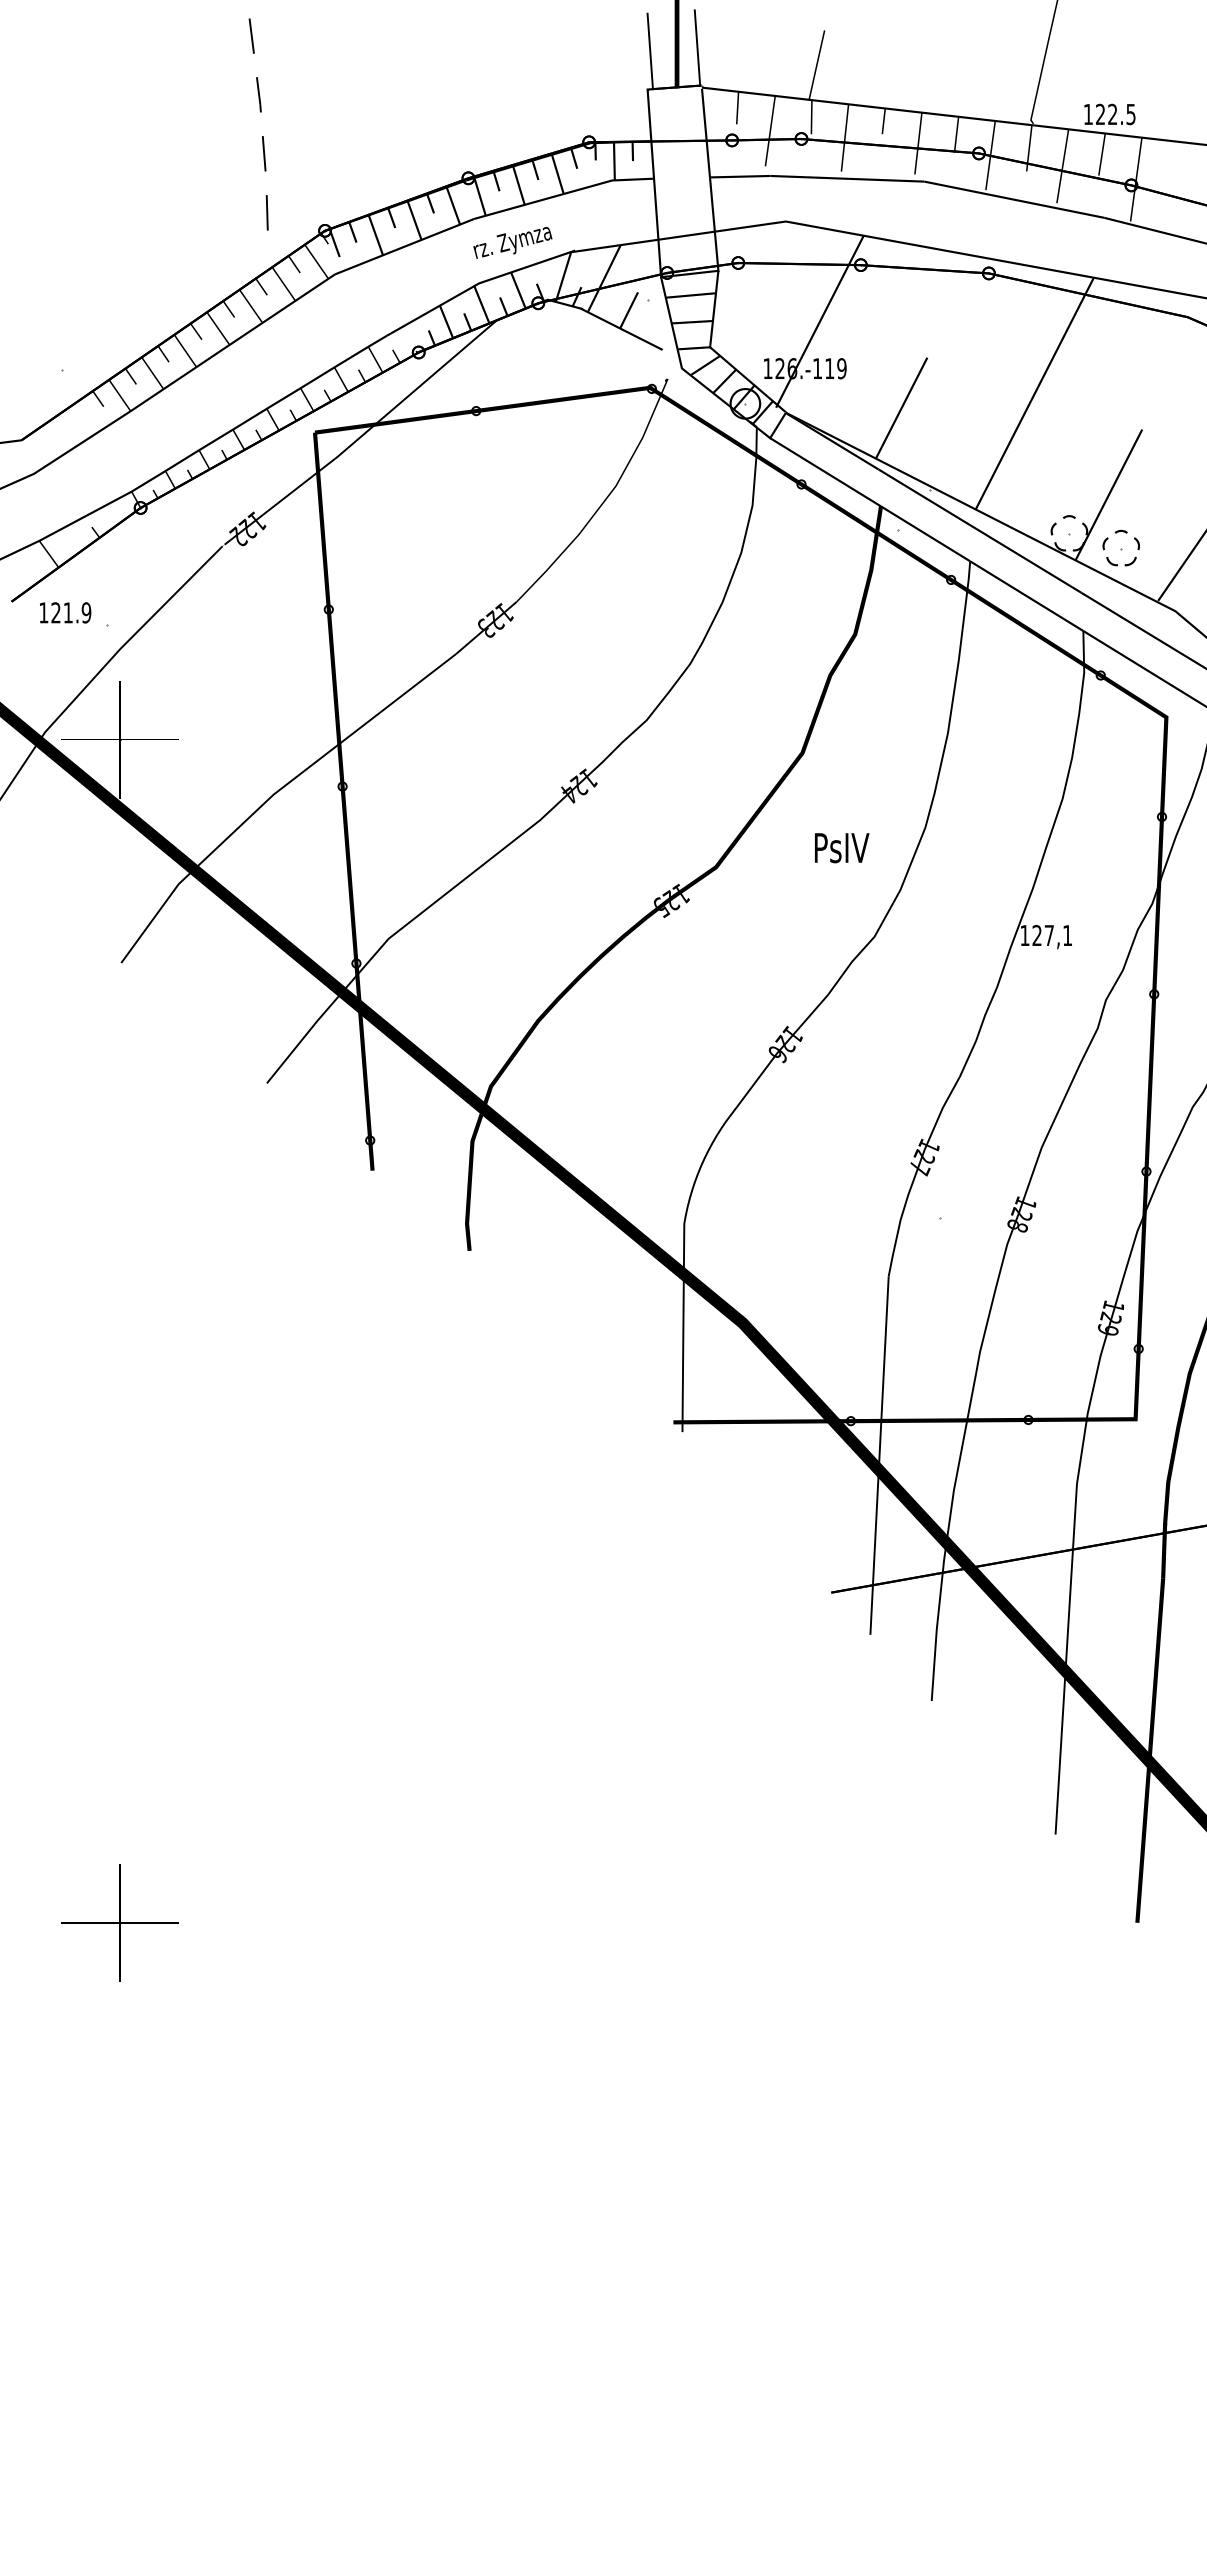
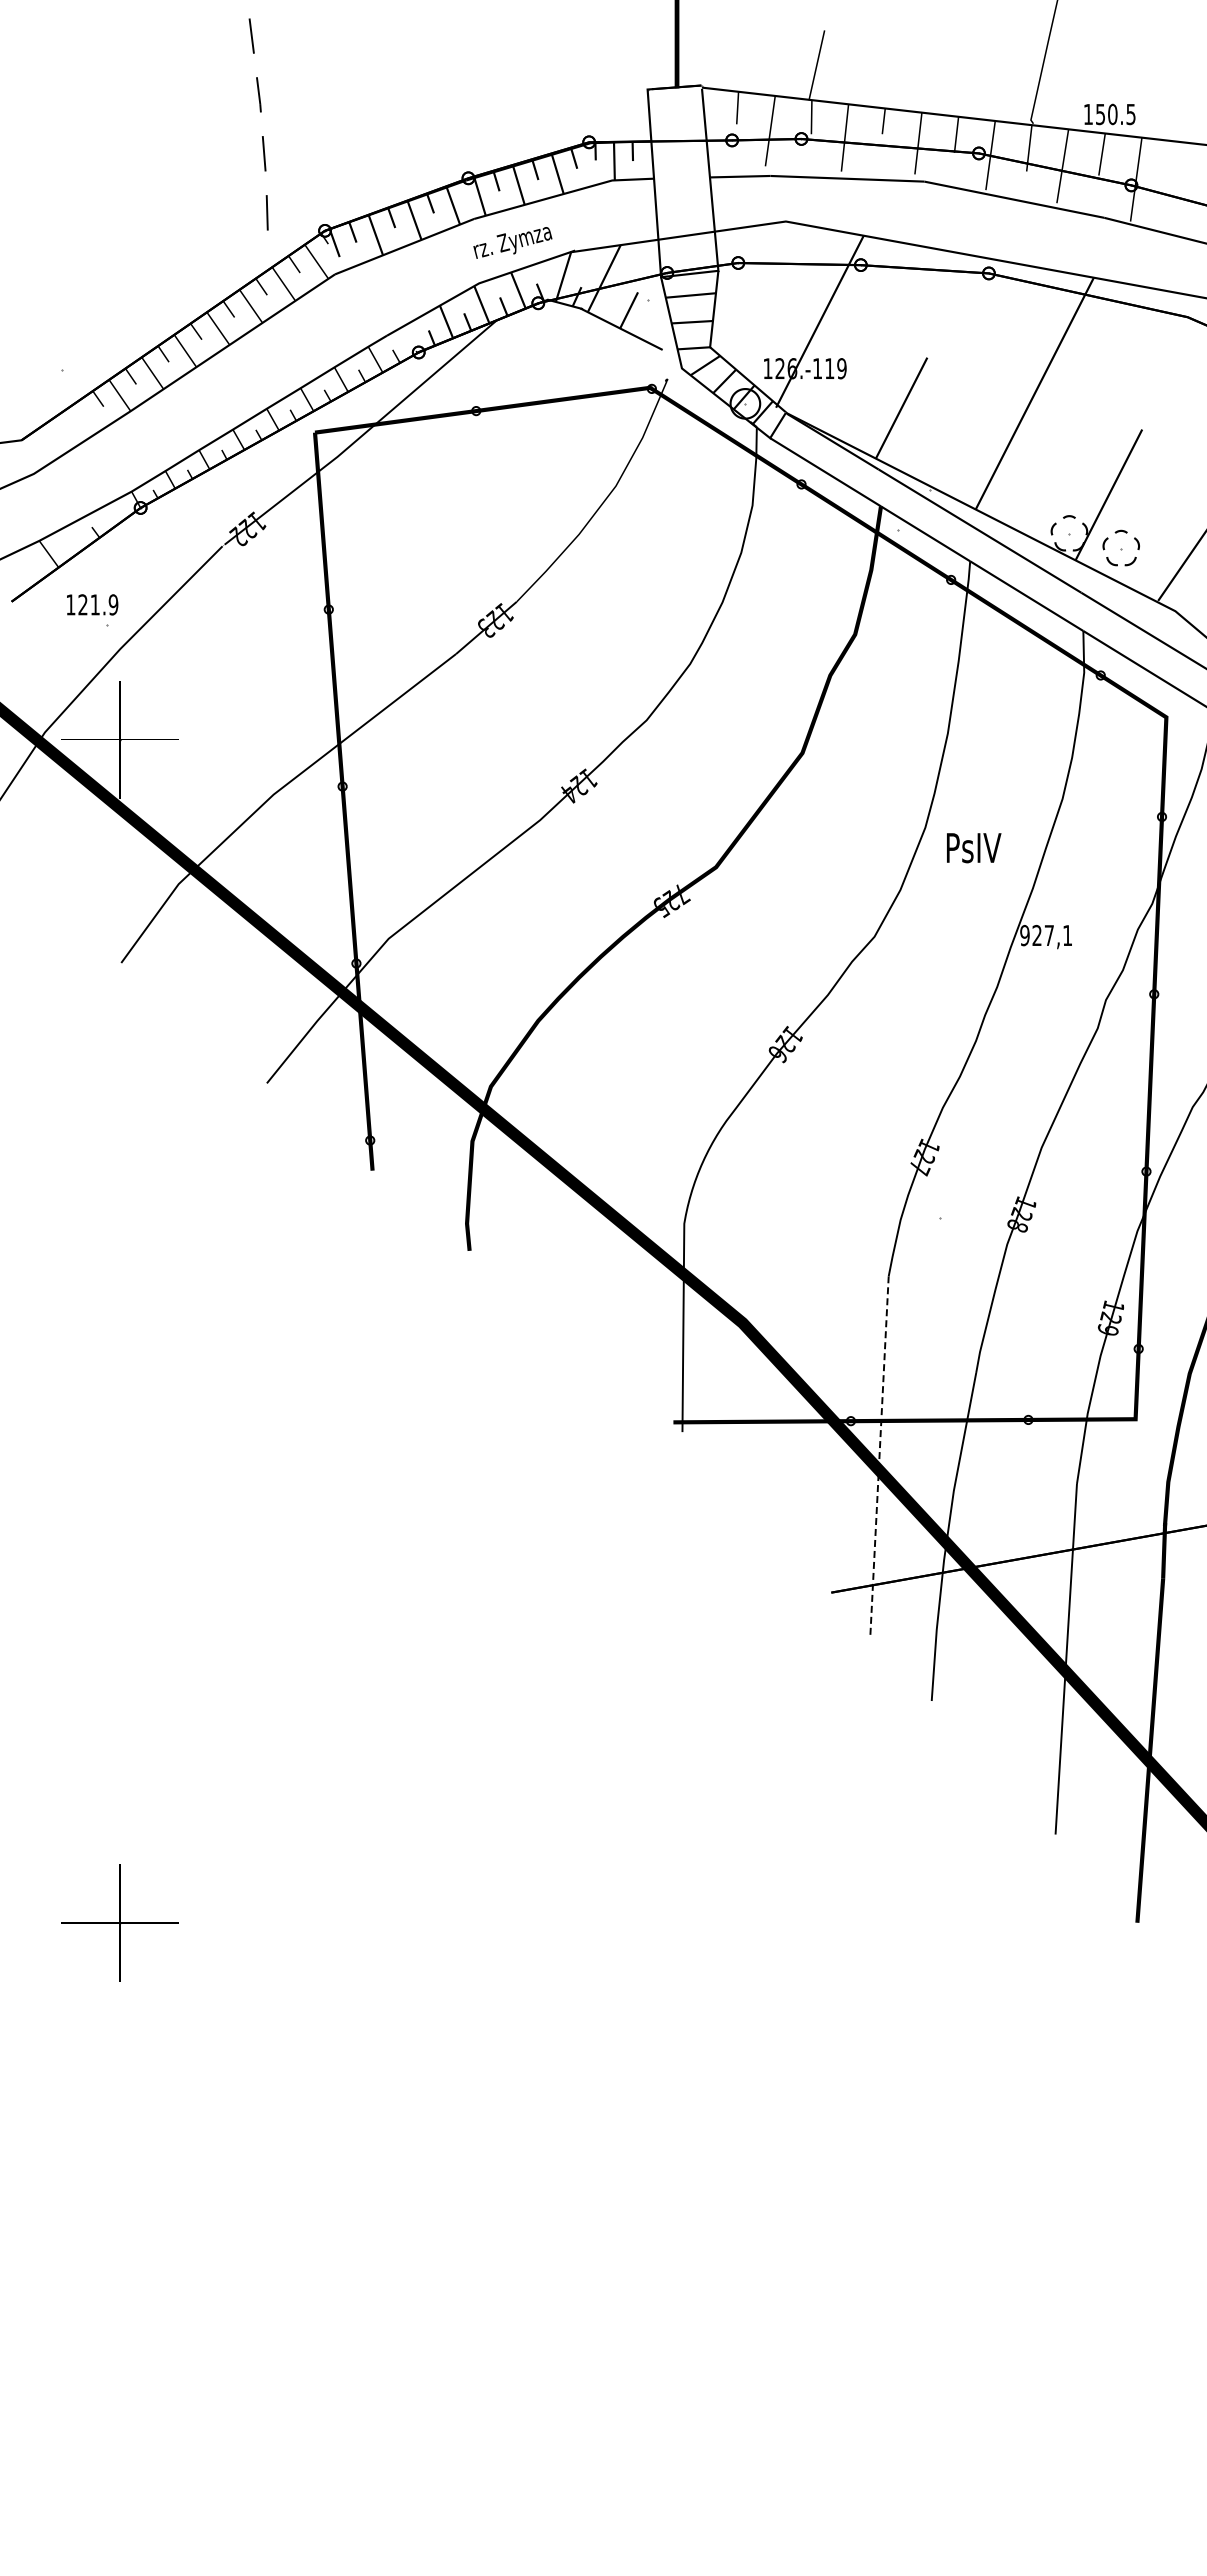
line at (697, 47): present -> none
line at (649, 51): present -> none
text at (1106, 114): 122.5 -> 150.5
text at (65, 612) position: (65, 612) -> (92, 604)
text at (842, 848) position: (842, 848) -> (974, 848)
text at (681, 894): 125 -> 725
text at (1024, 935): 127,1 -> 927,1
line at (879, 1455): solid -> dashed
